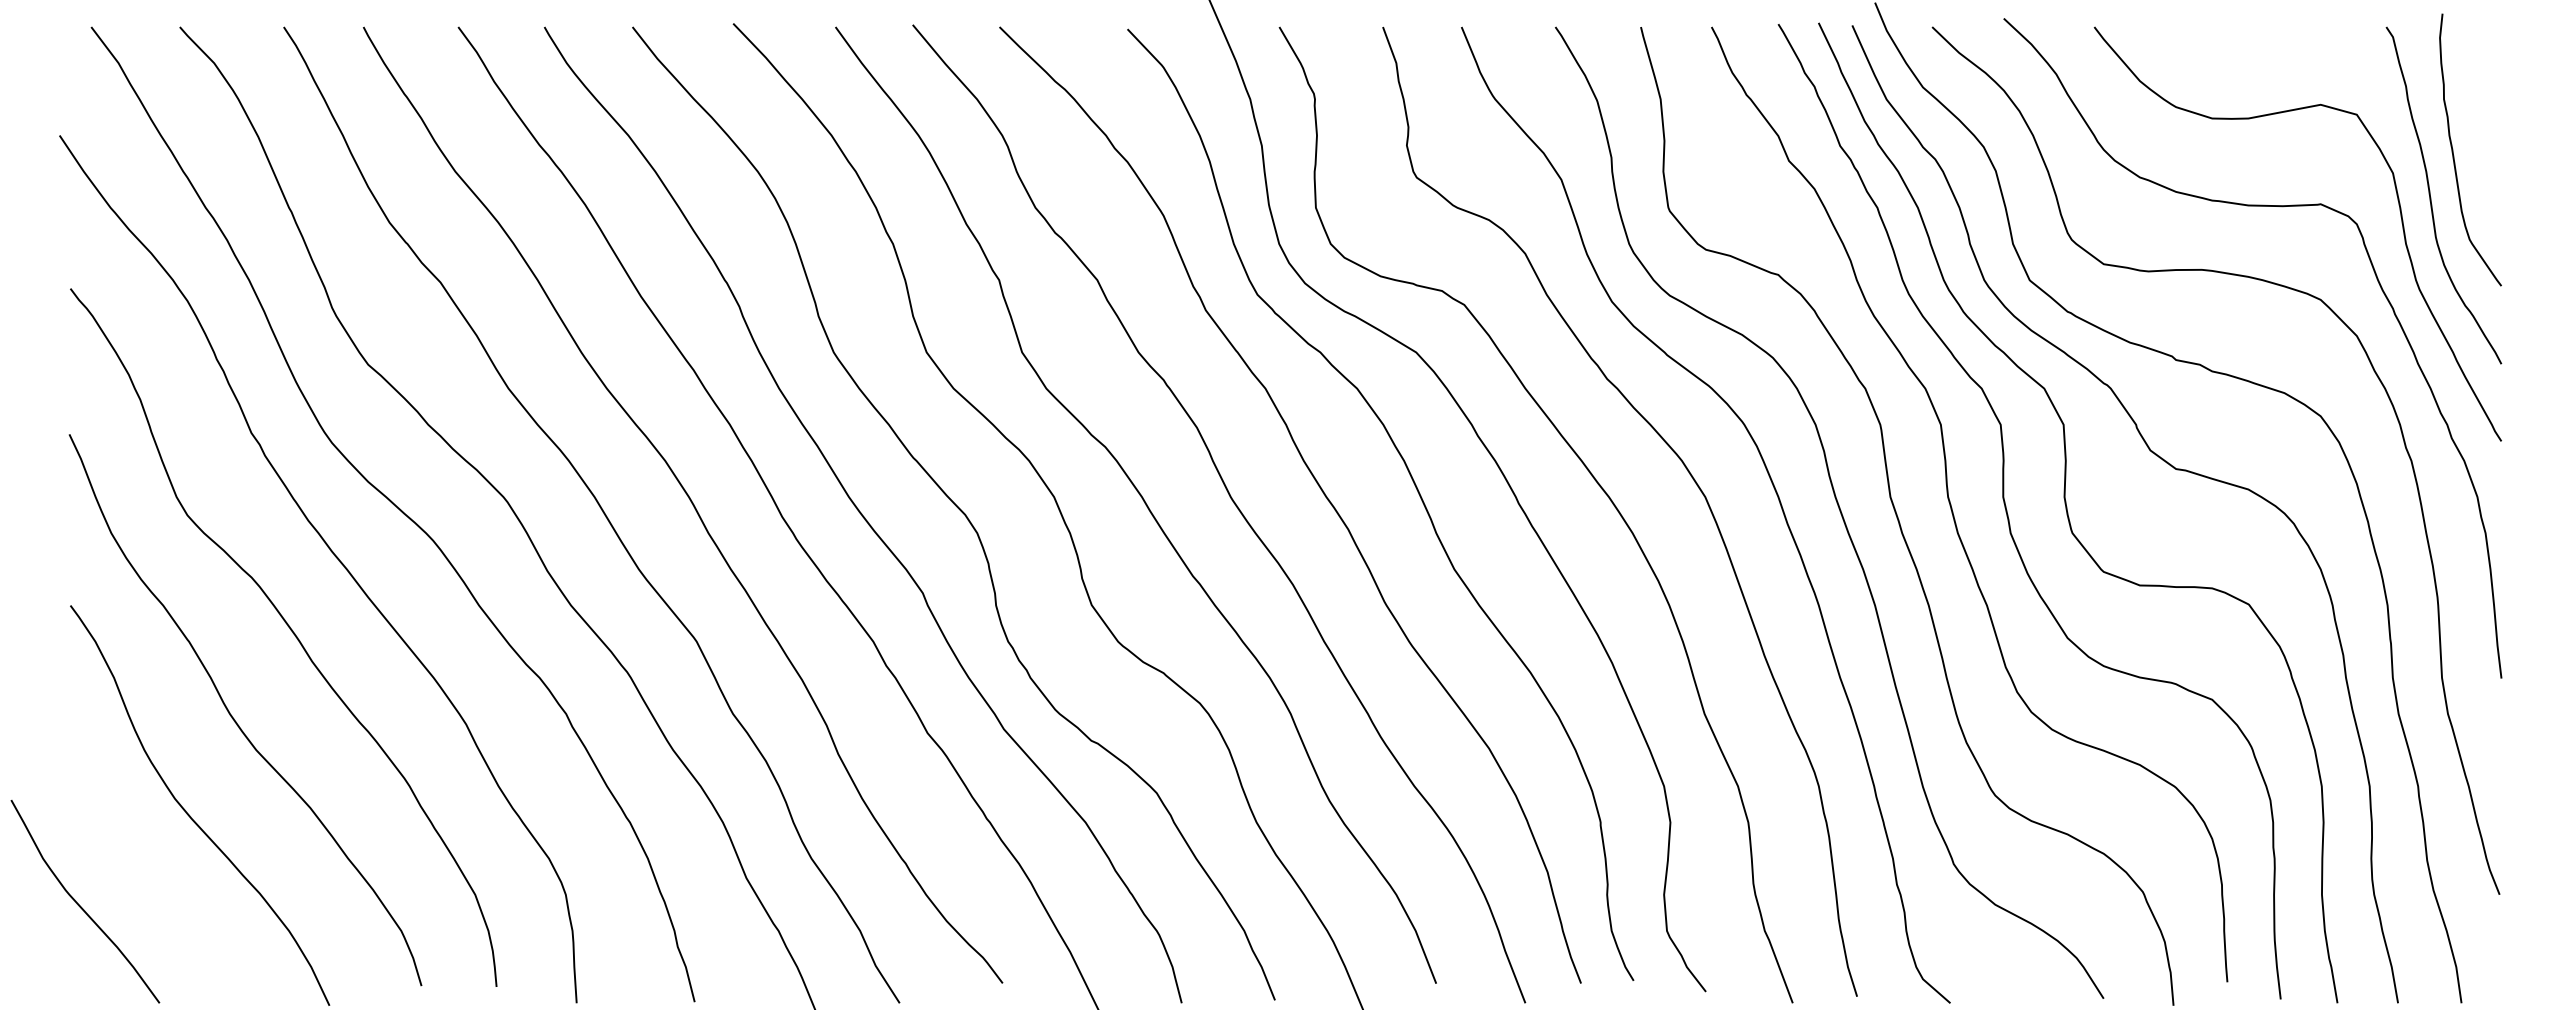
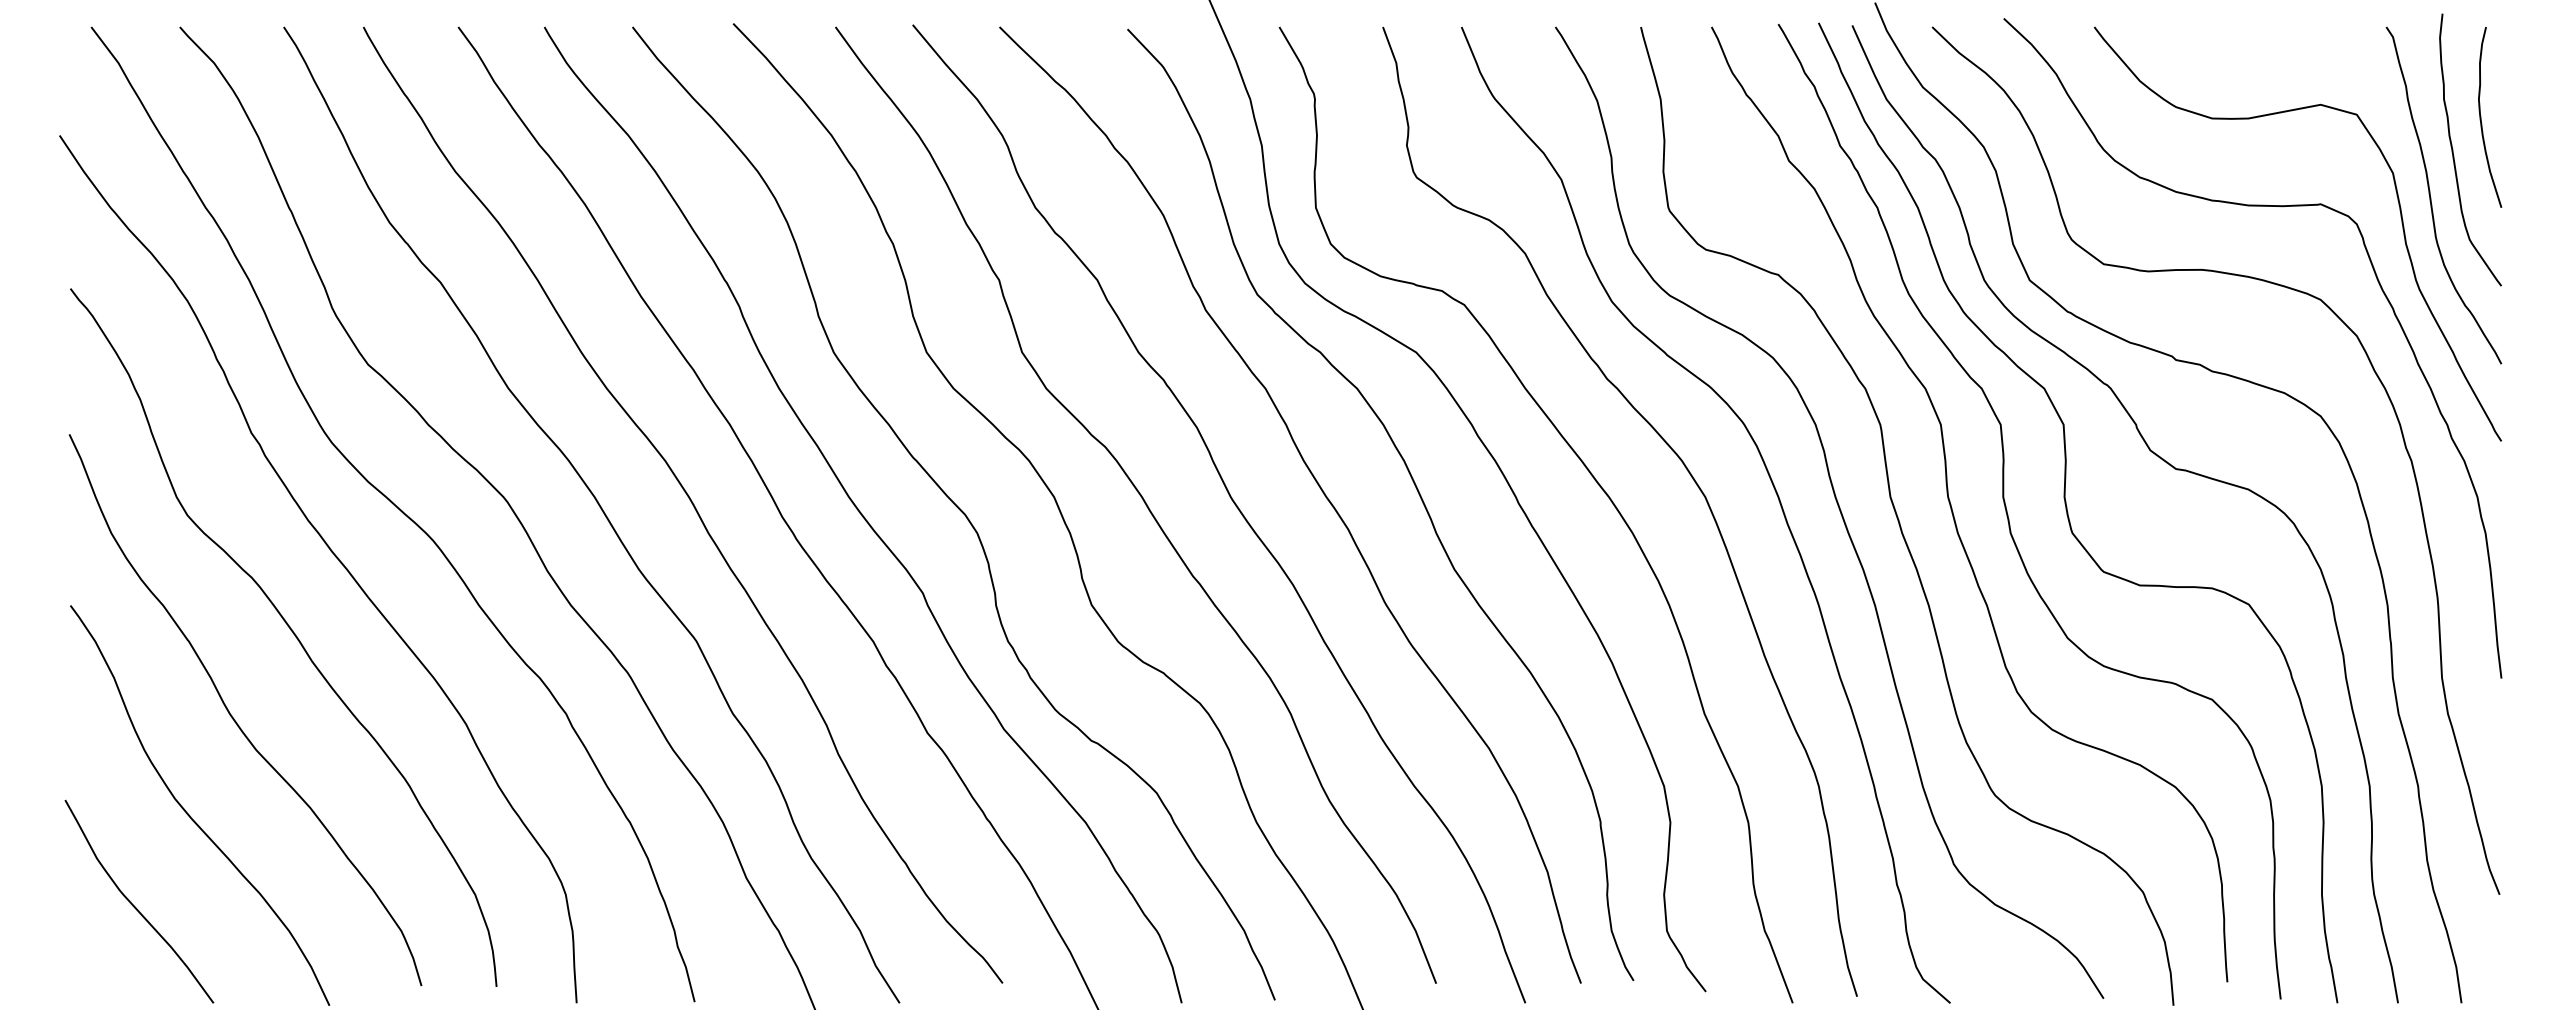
curve at (2481, 117): none -> present
curve at (80, 905) position: (80, 905) -> (134, 905)
